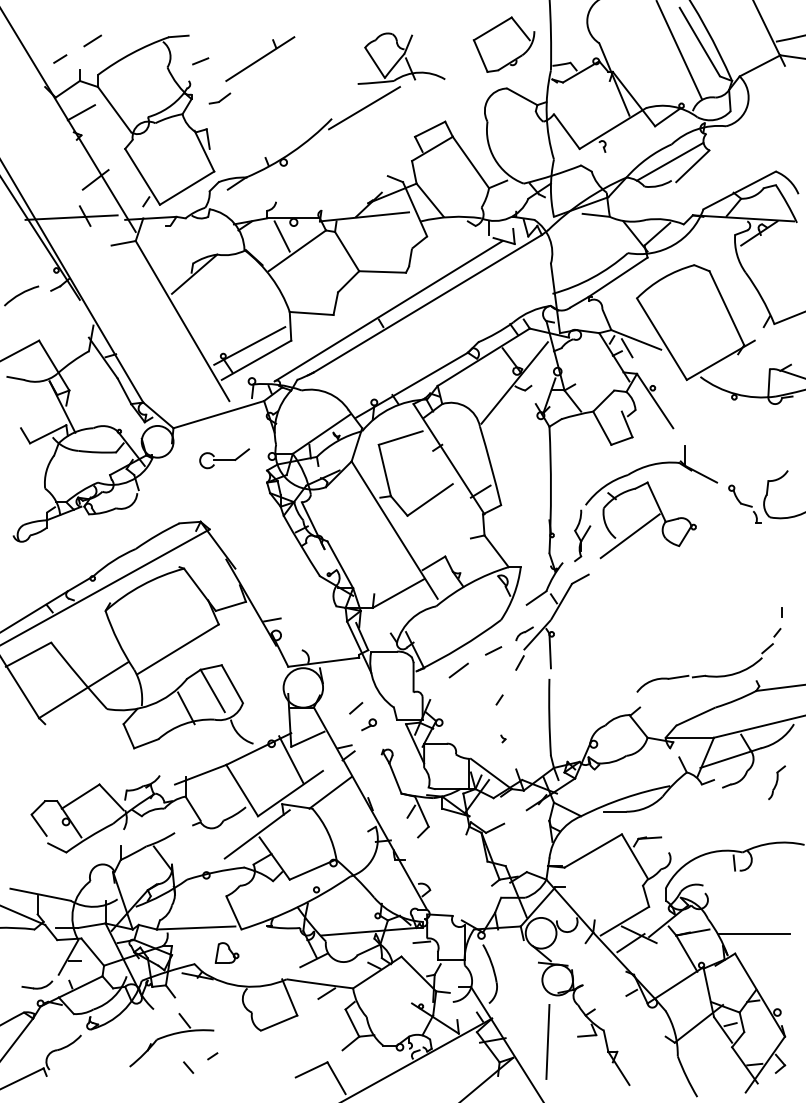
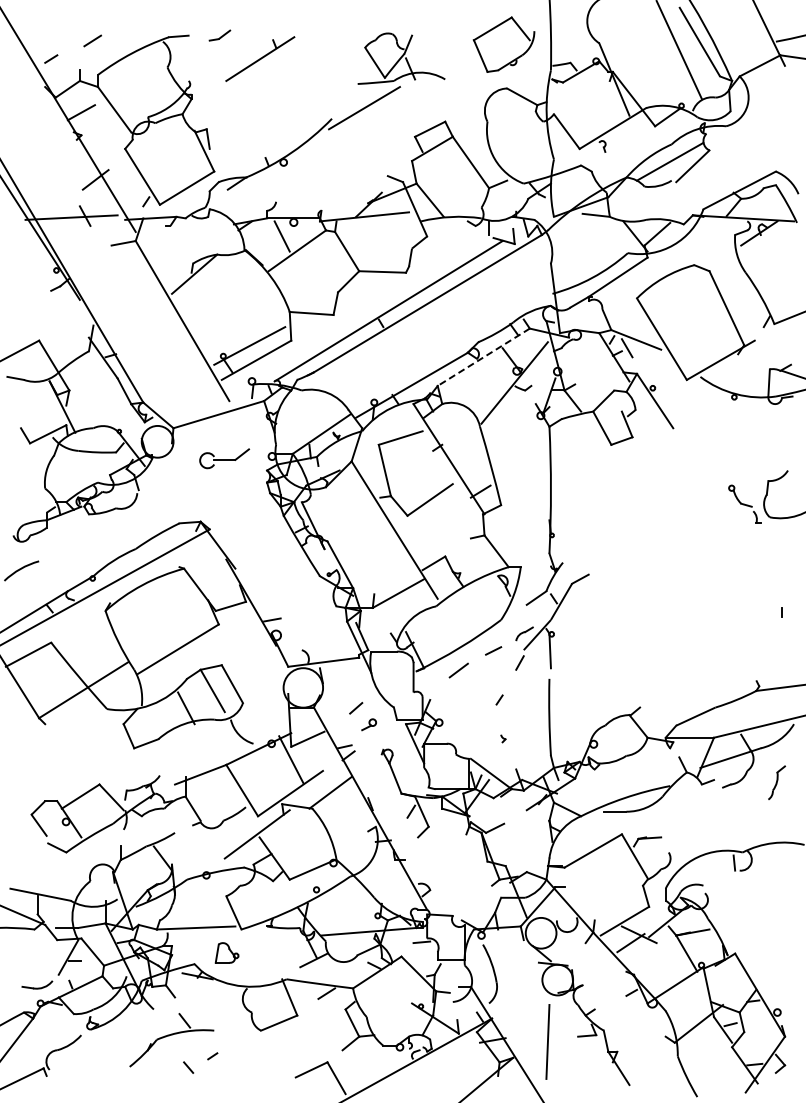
line at (60, 58) position: (60, 58) -> (51, 58)
line at (200, 61): present -> none
part at (219, 98) position: (219, 98) -> (219, 35)
arc at (21, 294) position: (21, 294) -> (21, 569)
line at (483, 357): solid -> dashed
part at (654, 500): present -> none
part at (705, 674): present -> none
line at (753, 934): present -> none
